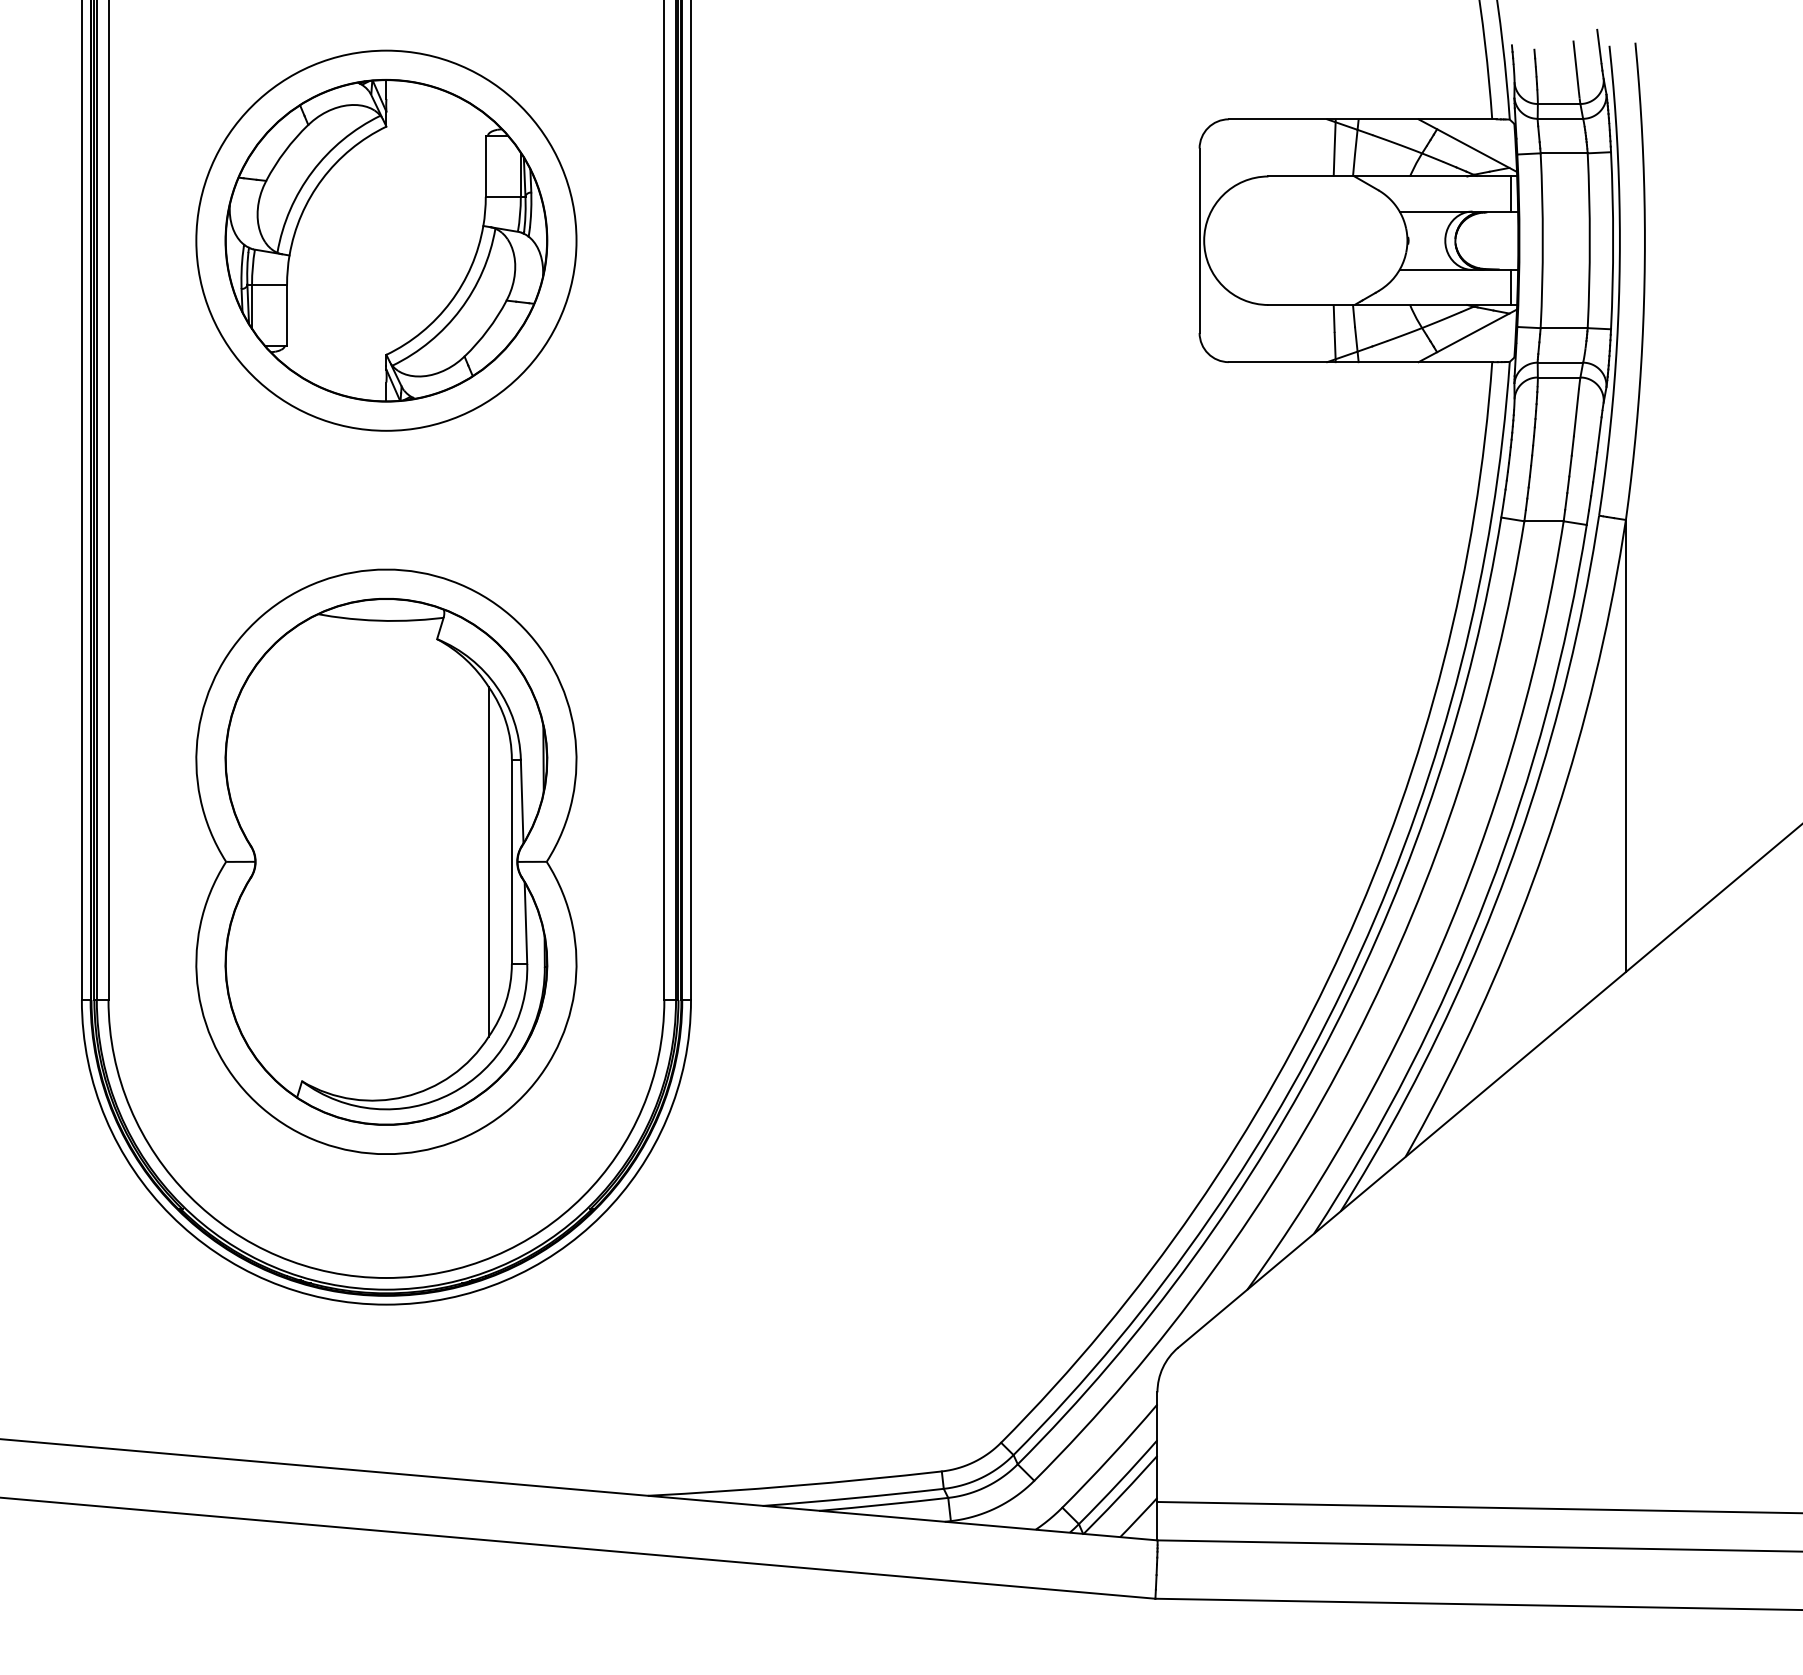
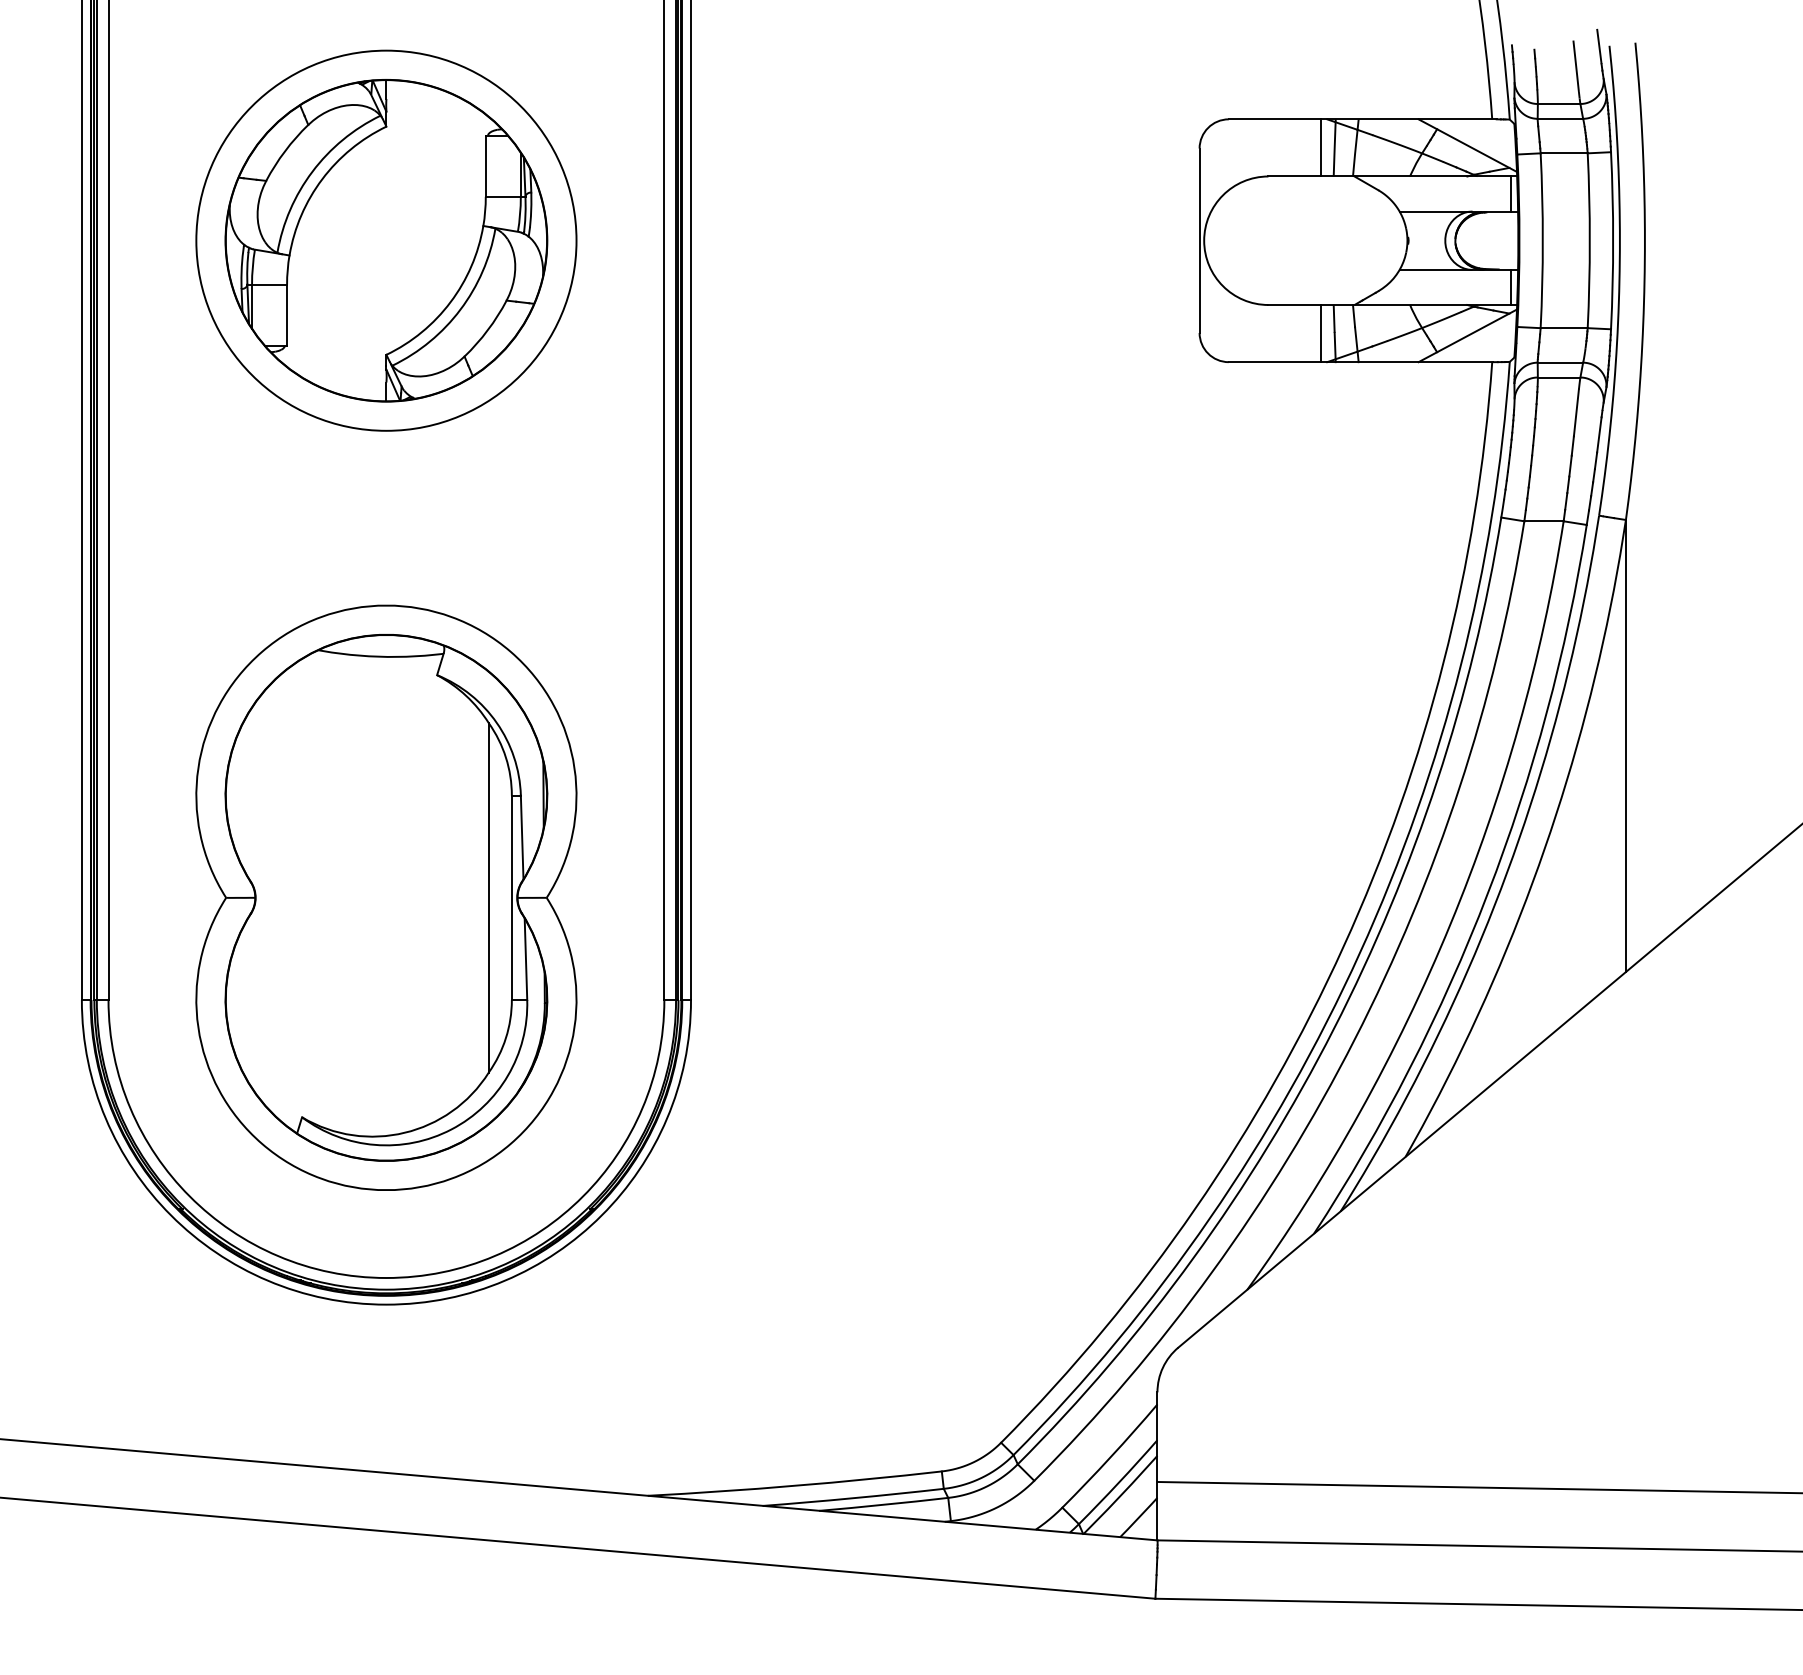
line at (1321, 147): none -> present
line at (1321, 333): none -> present
part at (386, 861) position: (386, 861) -> (386, 897)
line at (1478, 1507) position: (1478, 1507) -> (1478, 1487)
